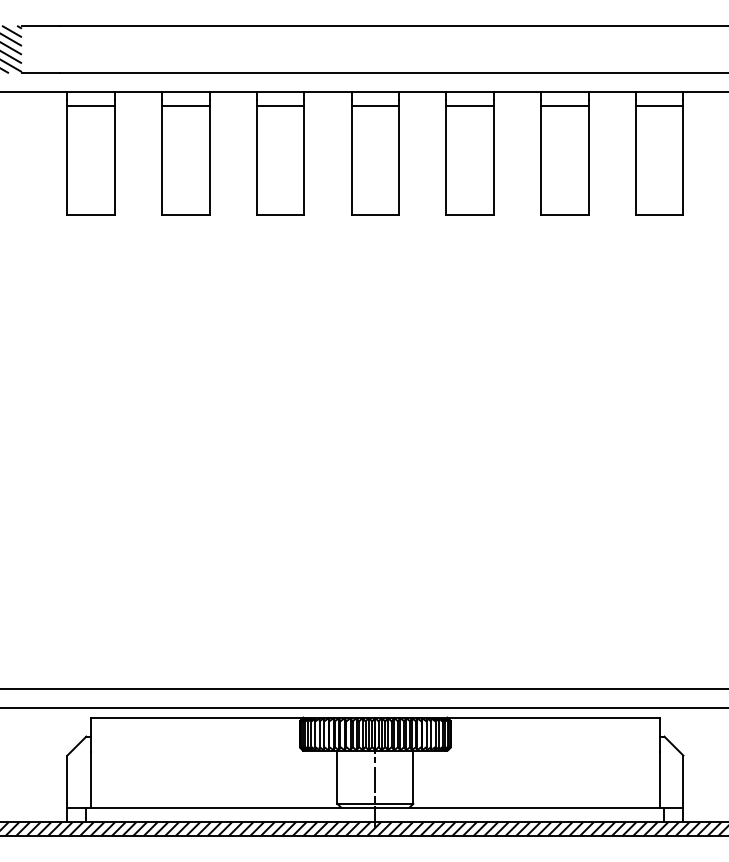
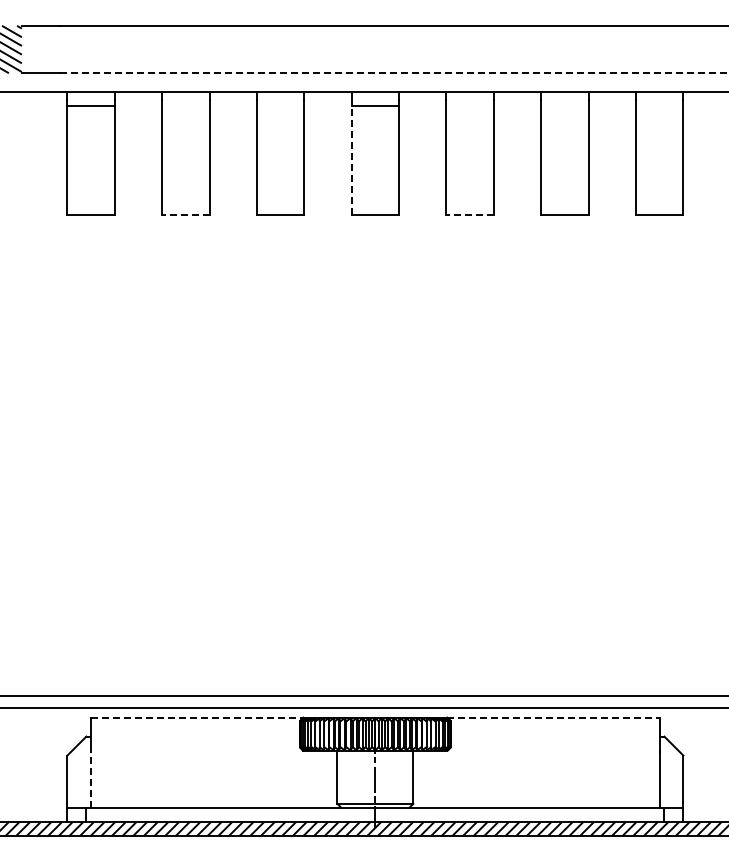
line at (393, 73): solid -> dashed
line at (185, 106): present -> none
line at (280, 106): present -> none
line at (469, 106): present -> none
line at (564, 106): present -> none
line at (659, 106): present -> none
line at (351, 157): solid -> dashed
line at (185, 215): solid -> dashed
line at (470, 215): solid -> dashed
line at (363, 689) position: (363, 689) -> (363, 696)
line at (197, 717): solid -> dashed
line at (554, 717): solid -> dashed
line at (91, 780): solid -> dashed
